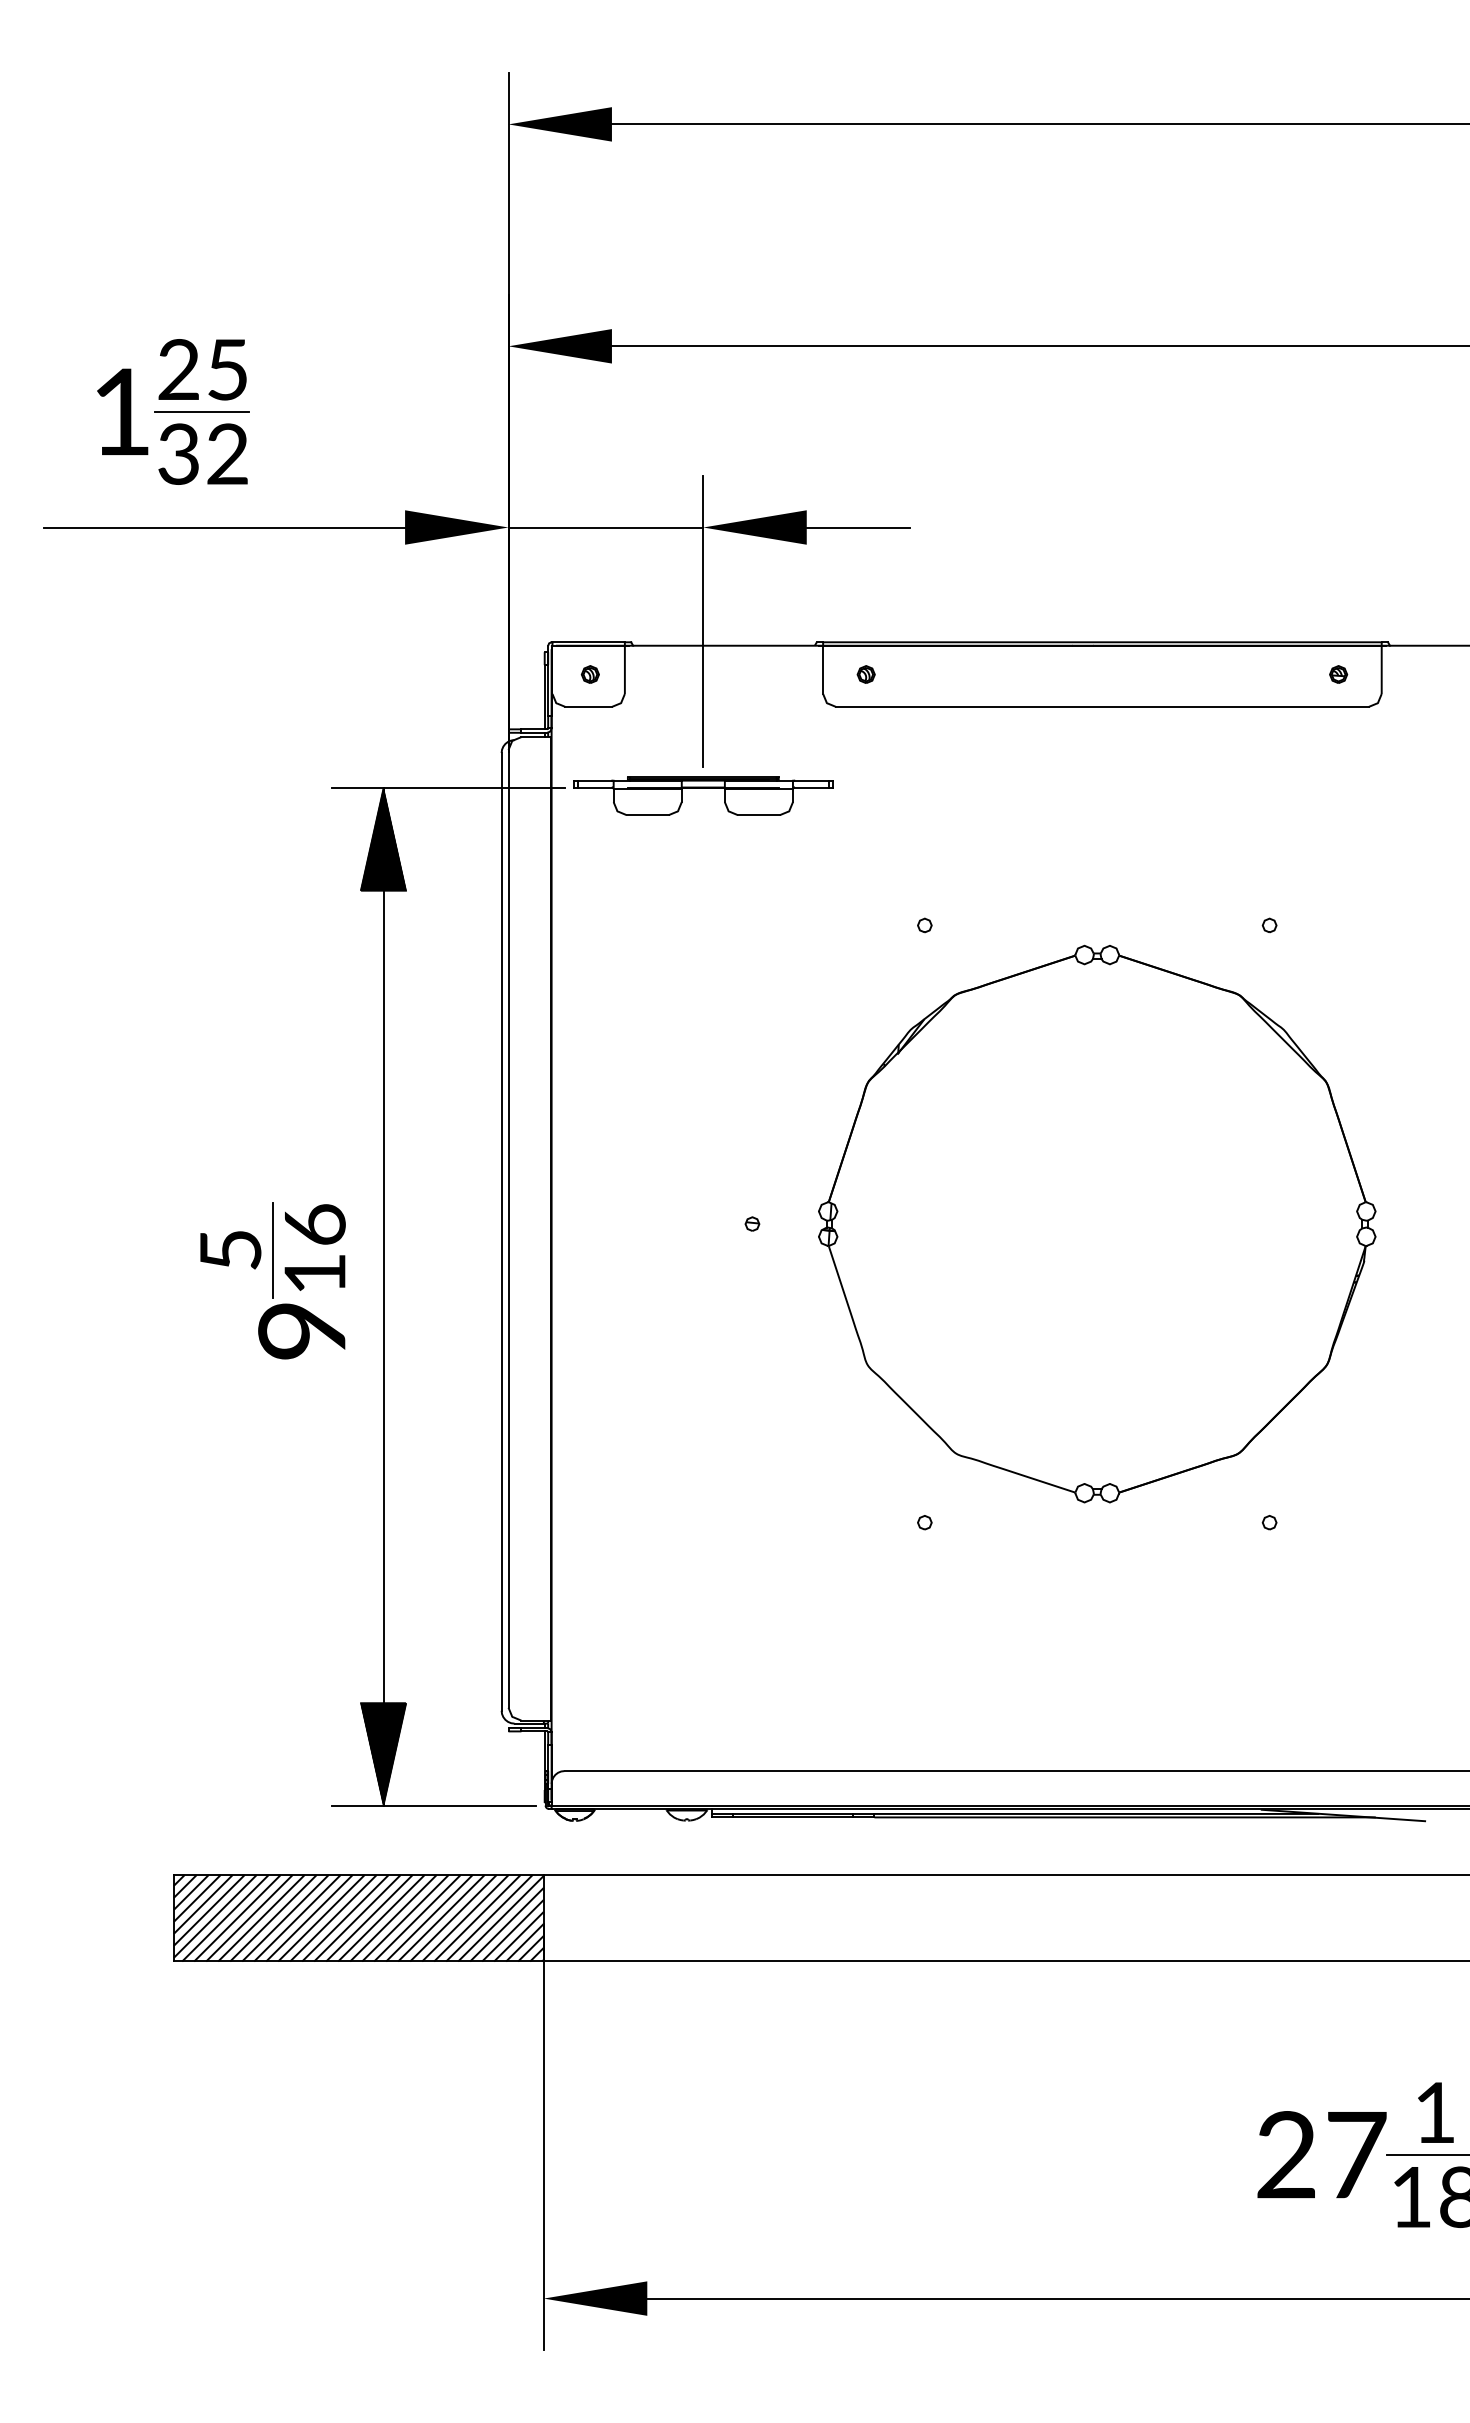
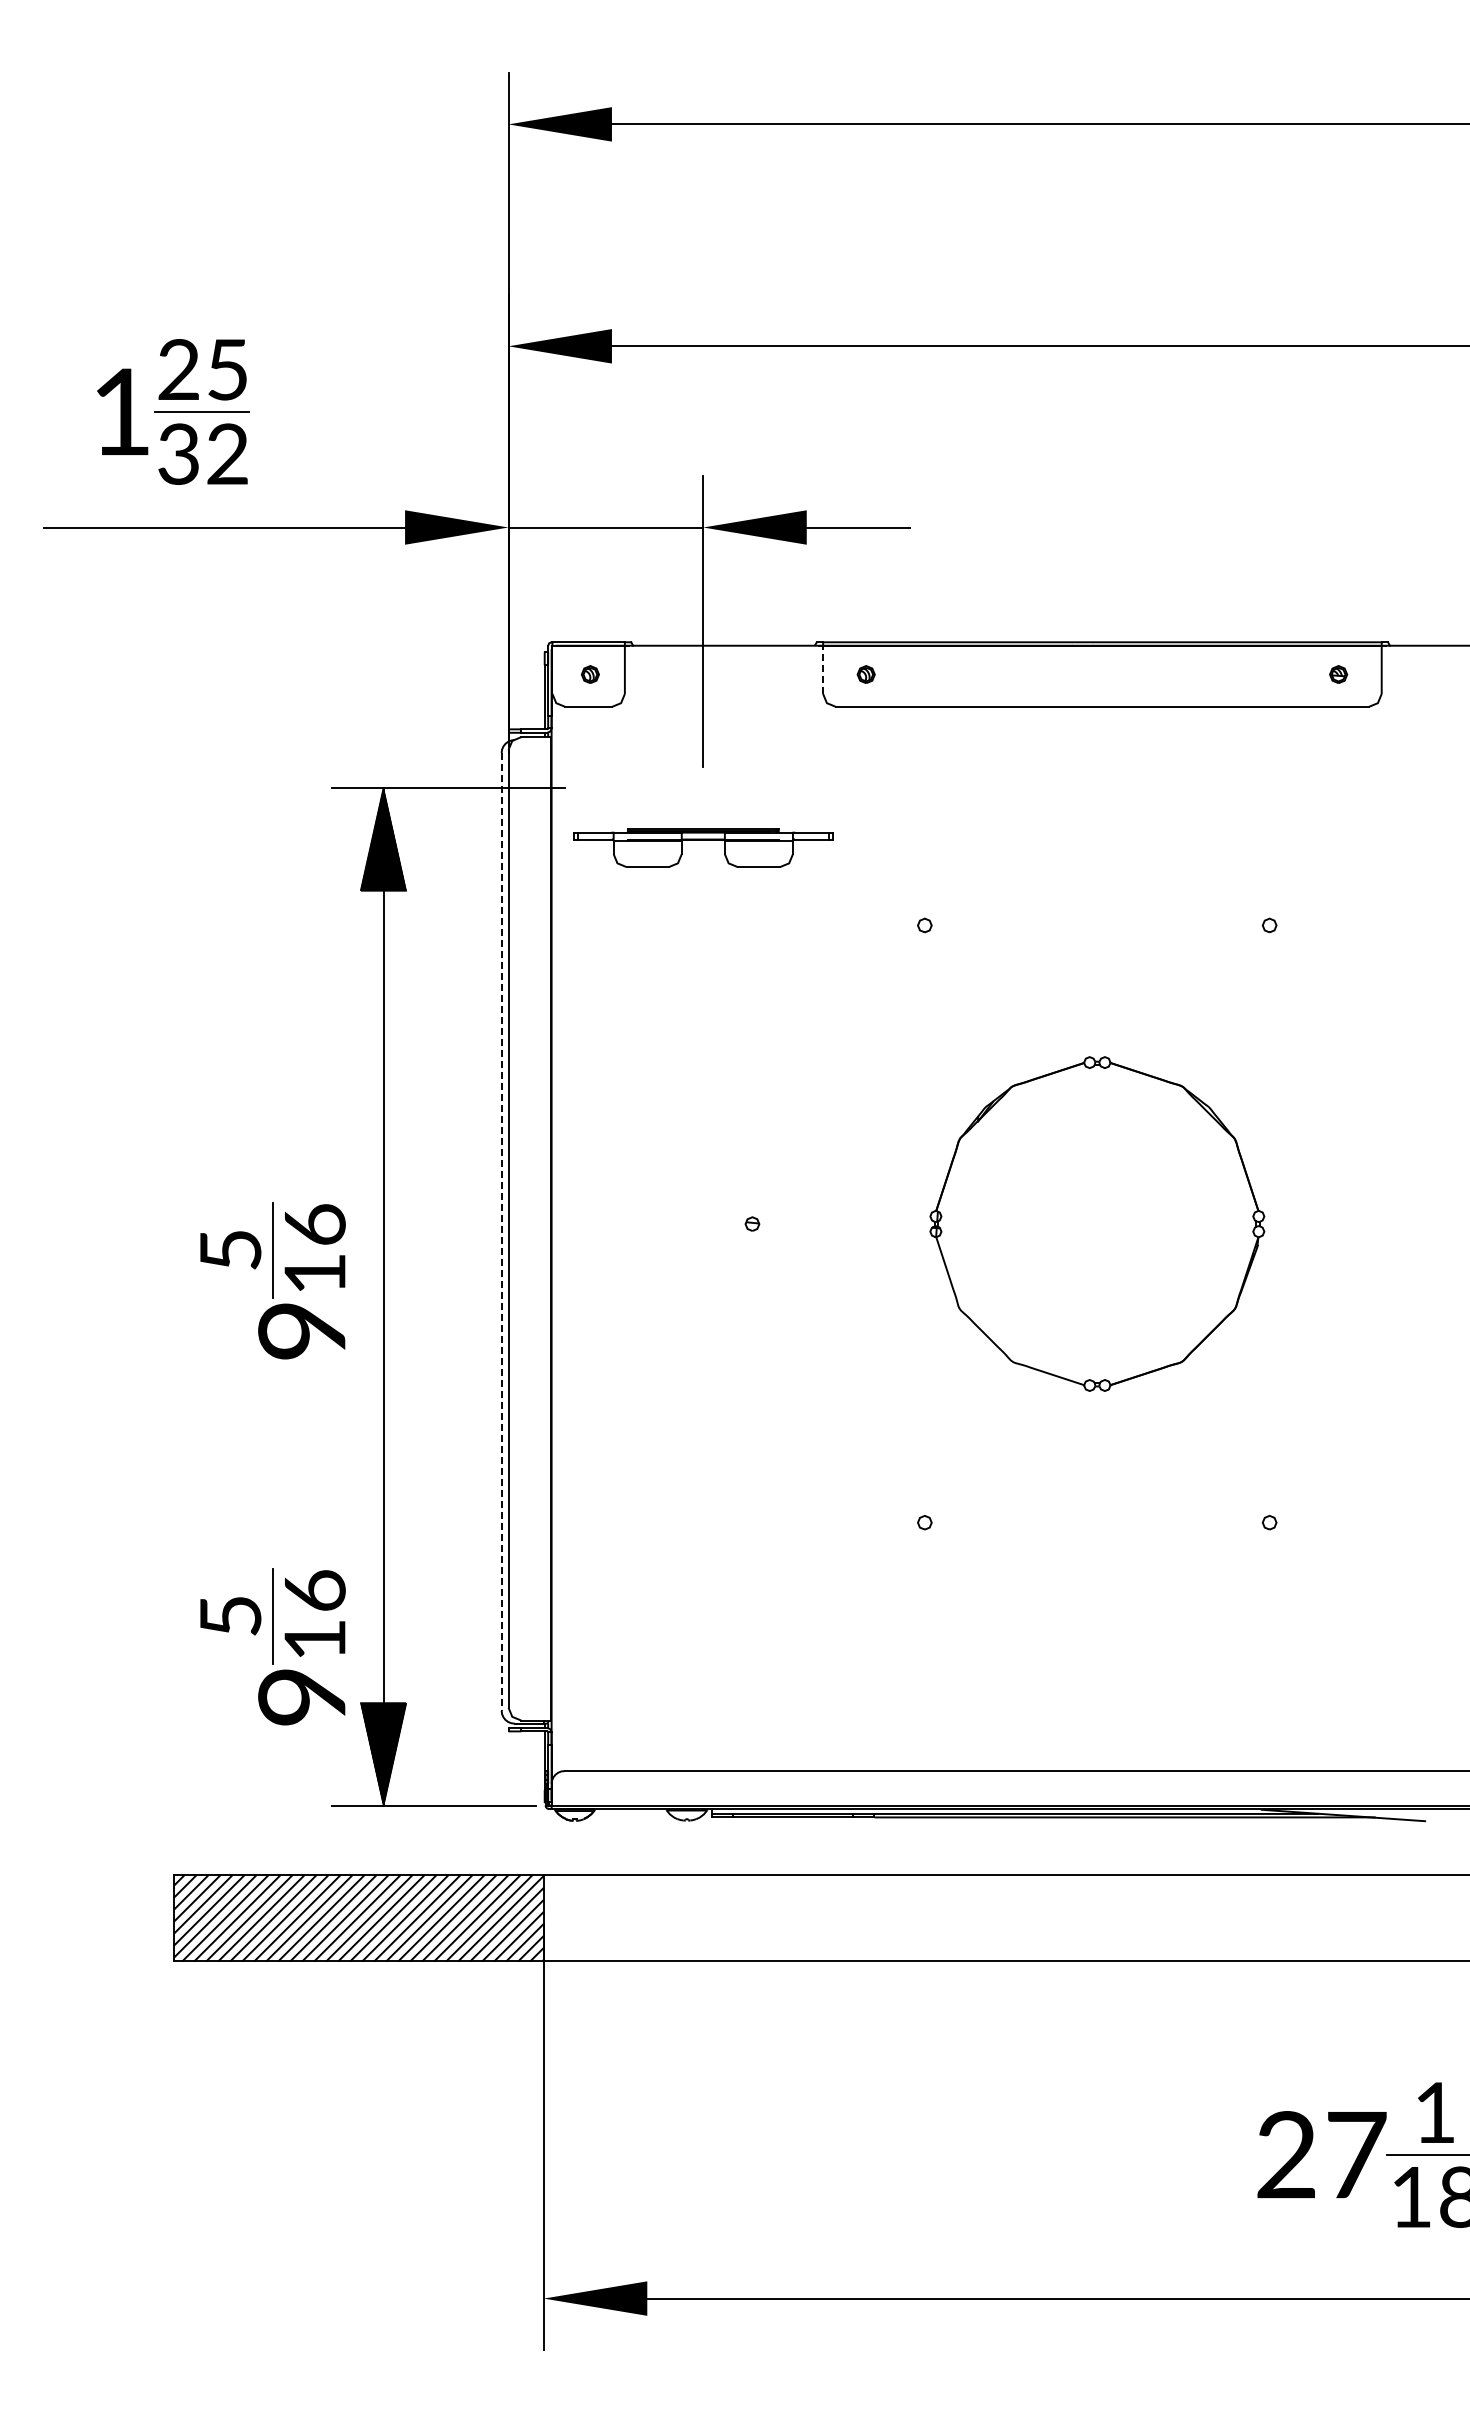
line at (823, 669): solid -> dashed
part at (703, 788) position: (703, 788) -> (703, 840)
part at (1097, 1223) size: 559x560 px -> 337x336 px
line at (501, 1231): solid -> dashed
part at (272, 1646): none -> present
